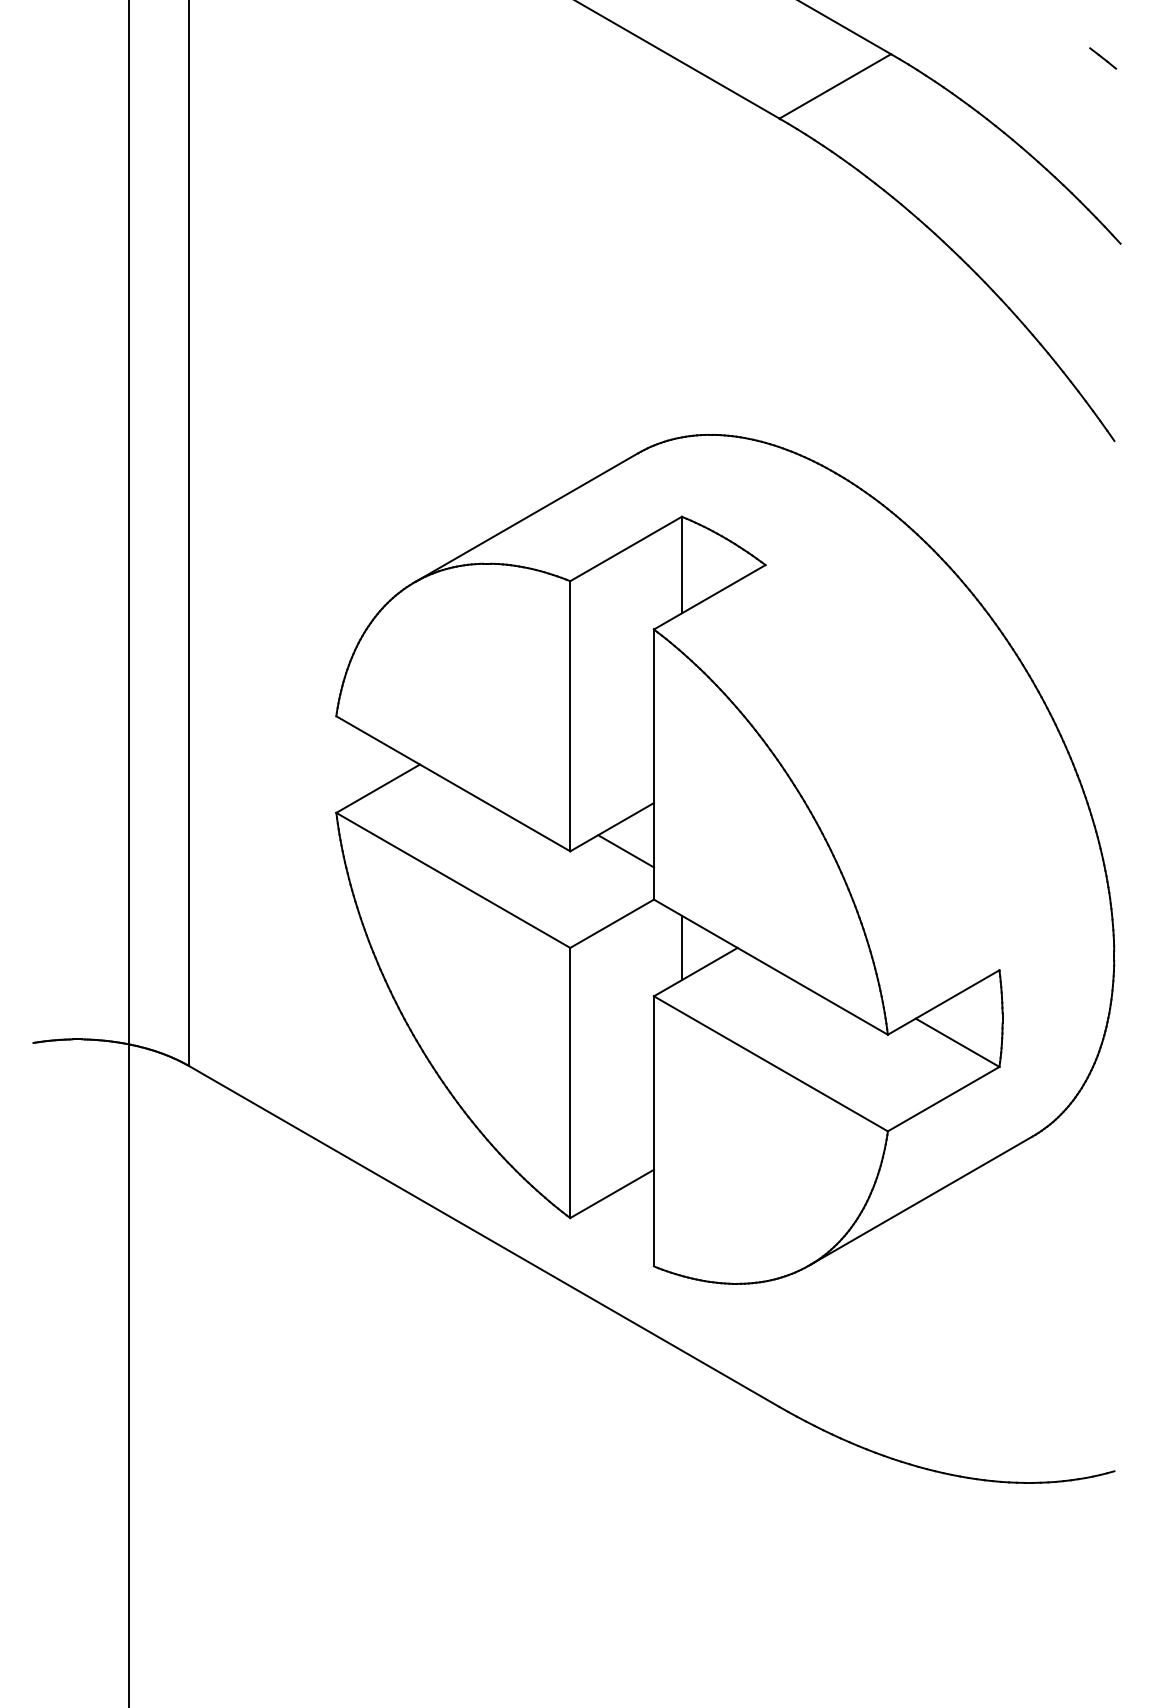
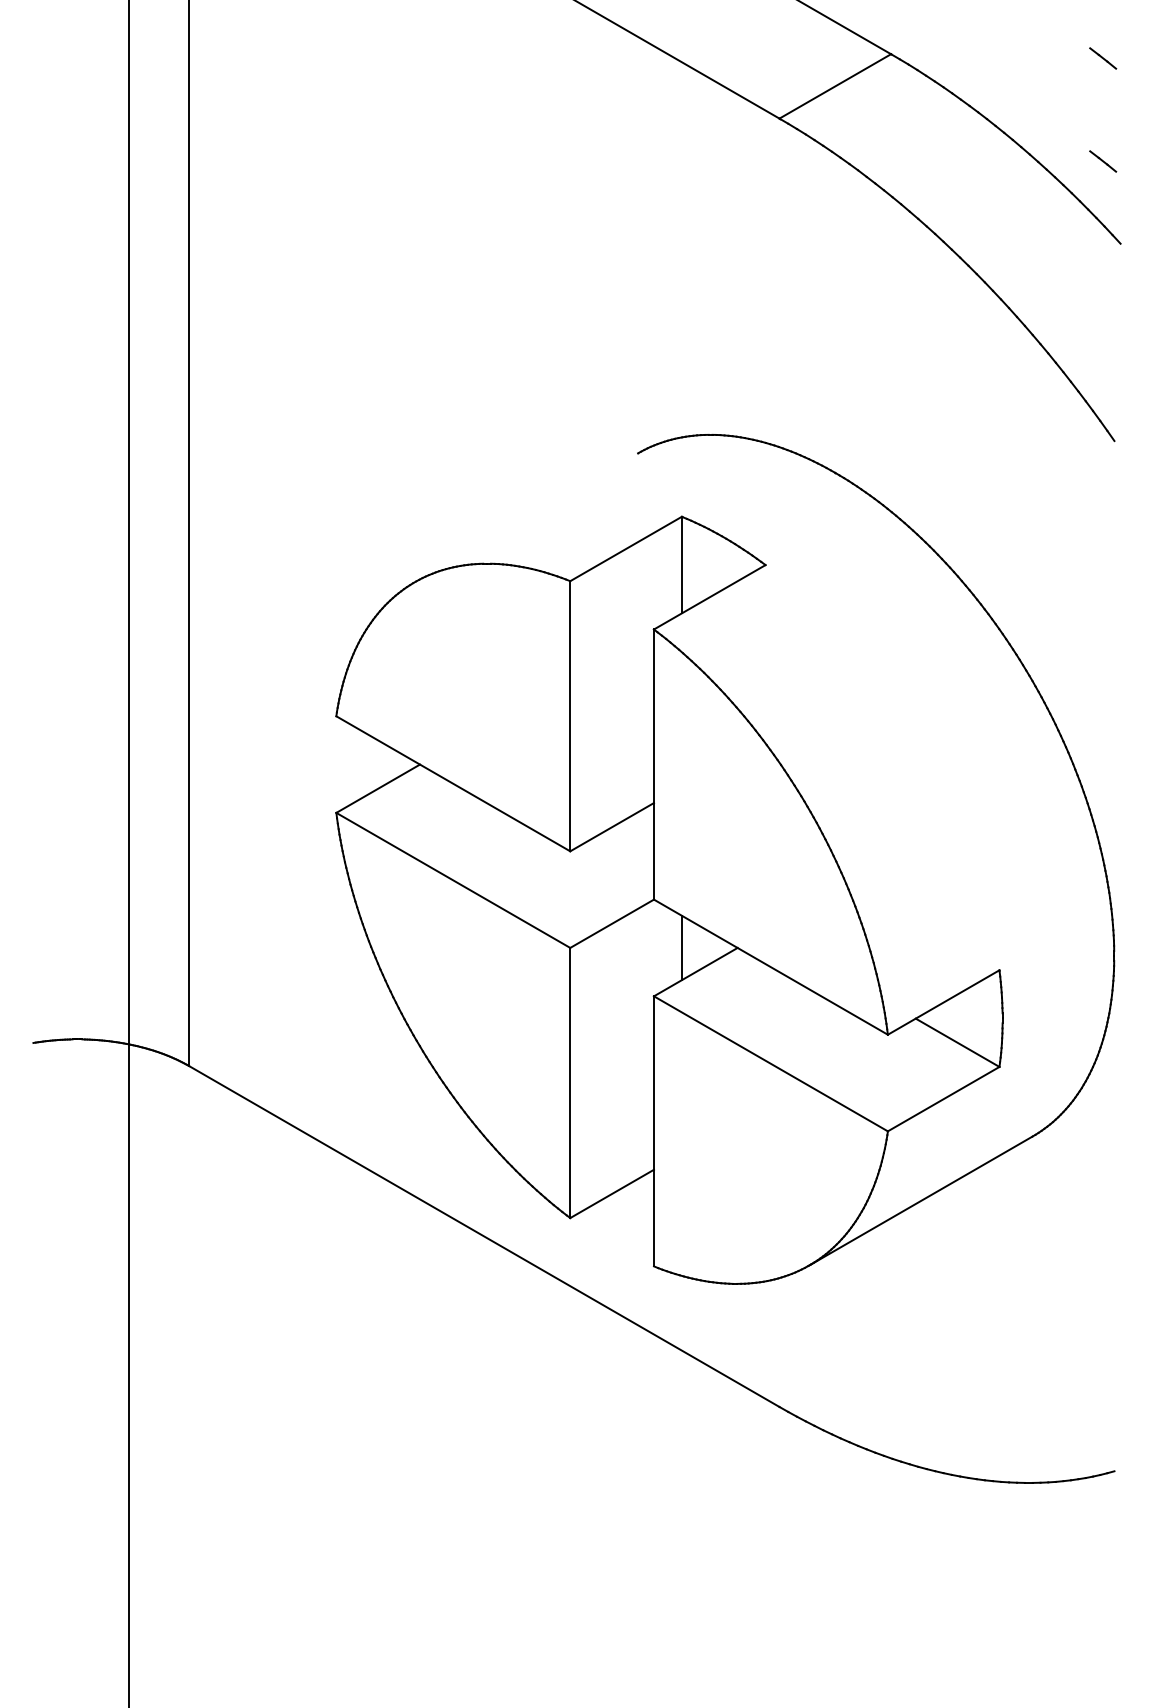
line at (1103, 161): none -> present
line at (526, 517): present -> none
line at (625, 851): present -> none
